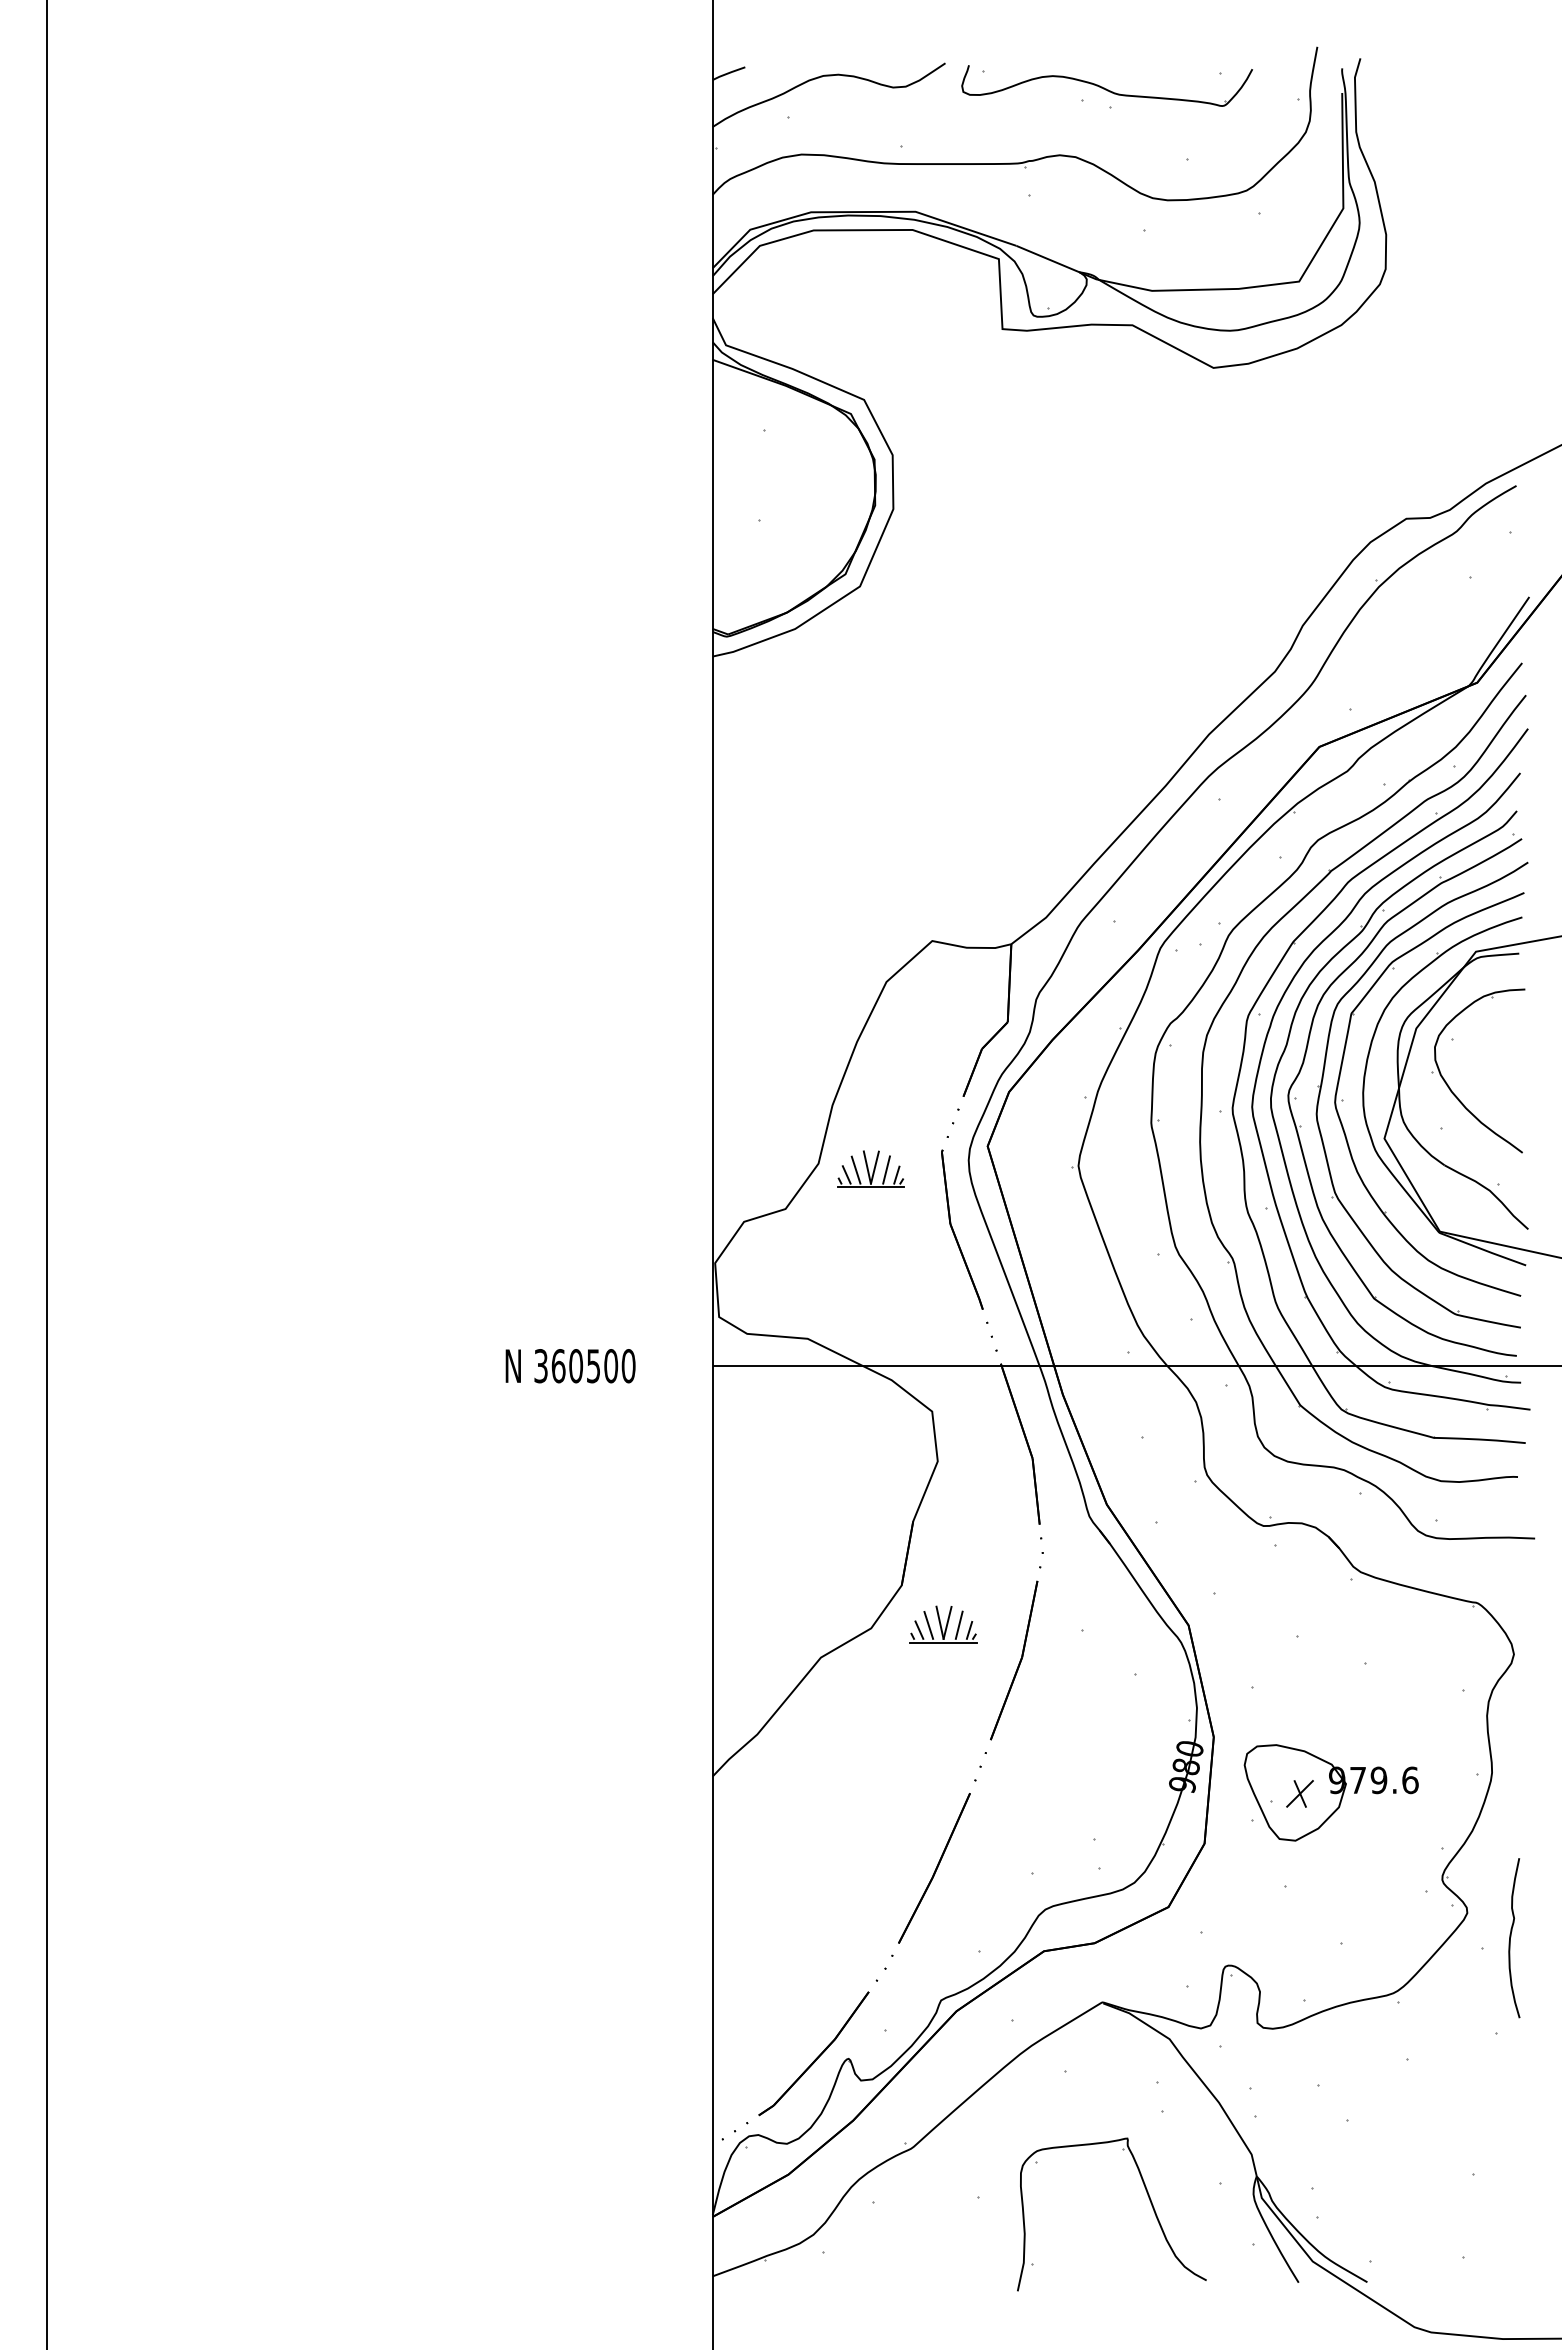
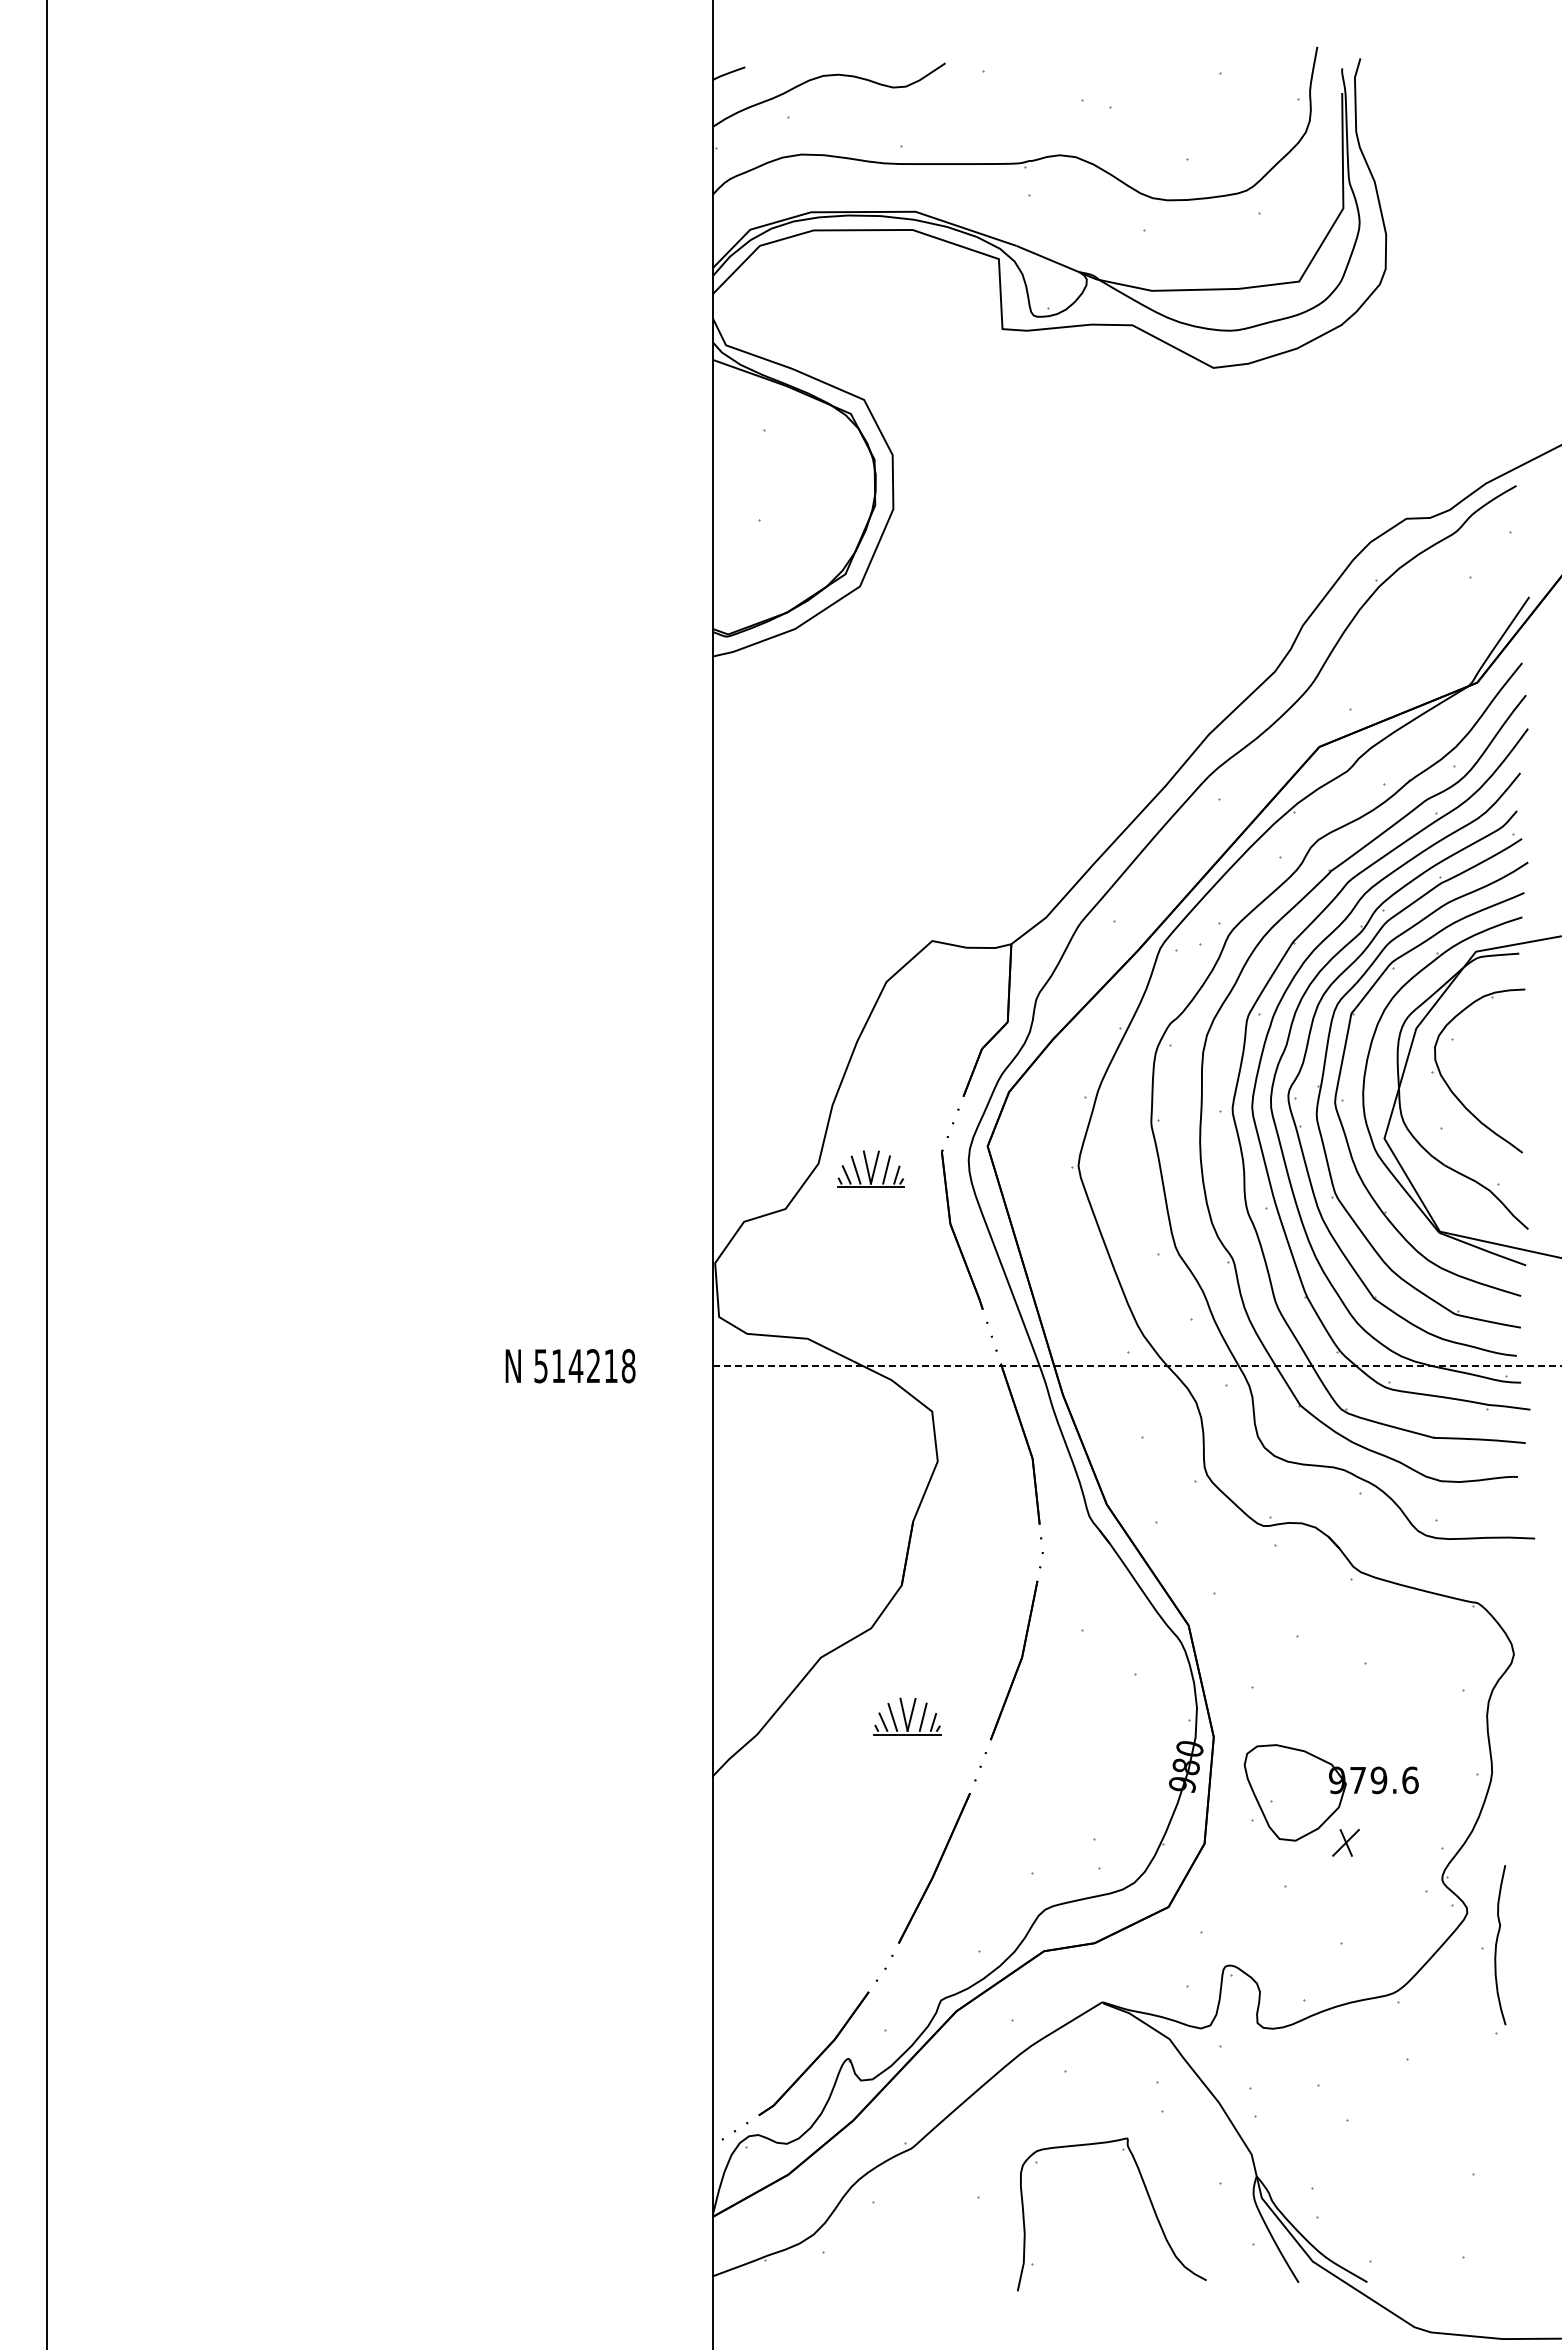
part at (1106, 85): present -> none
text at (585, 1366): 360500 -> 514218
line at (1137, 1366): solid -> dashed
part at (943, 1624) position: (943, 1624) -> (907, 1716)
part at (1299, 1793) position: (1299, 1793) -> (1345, 1842)
curve at (1511, 1937) position: (1511, 1937) -> (1497, 1944)
